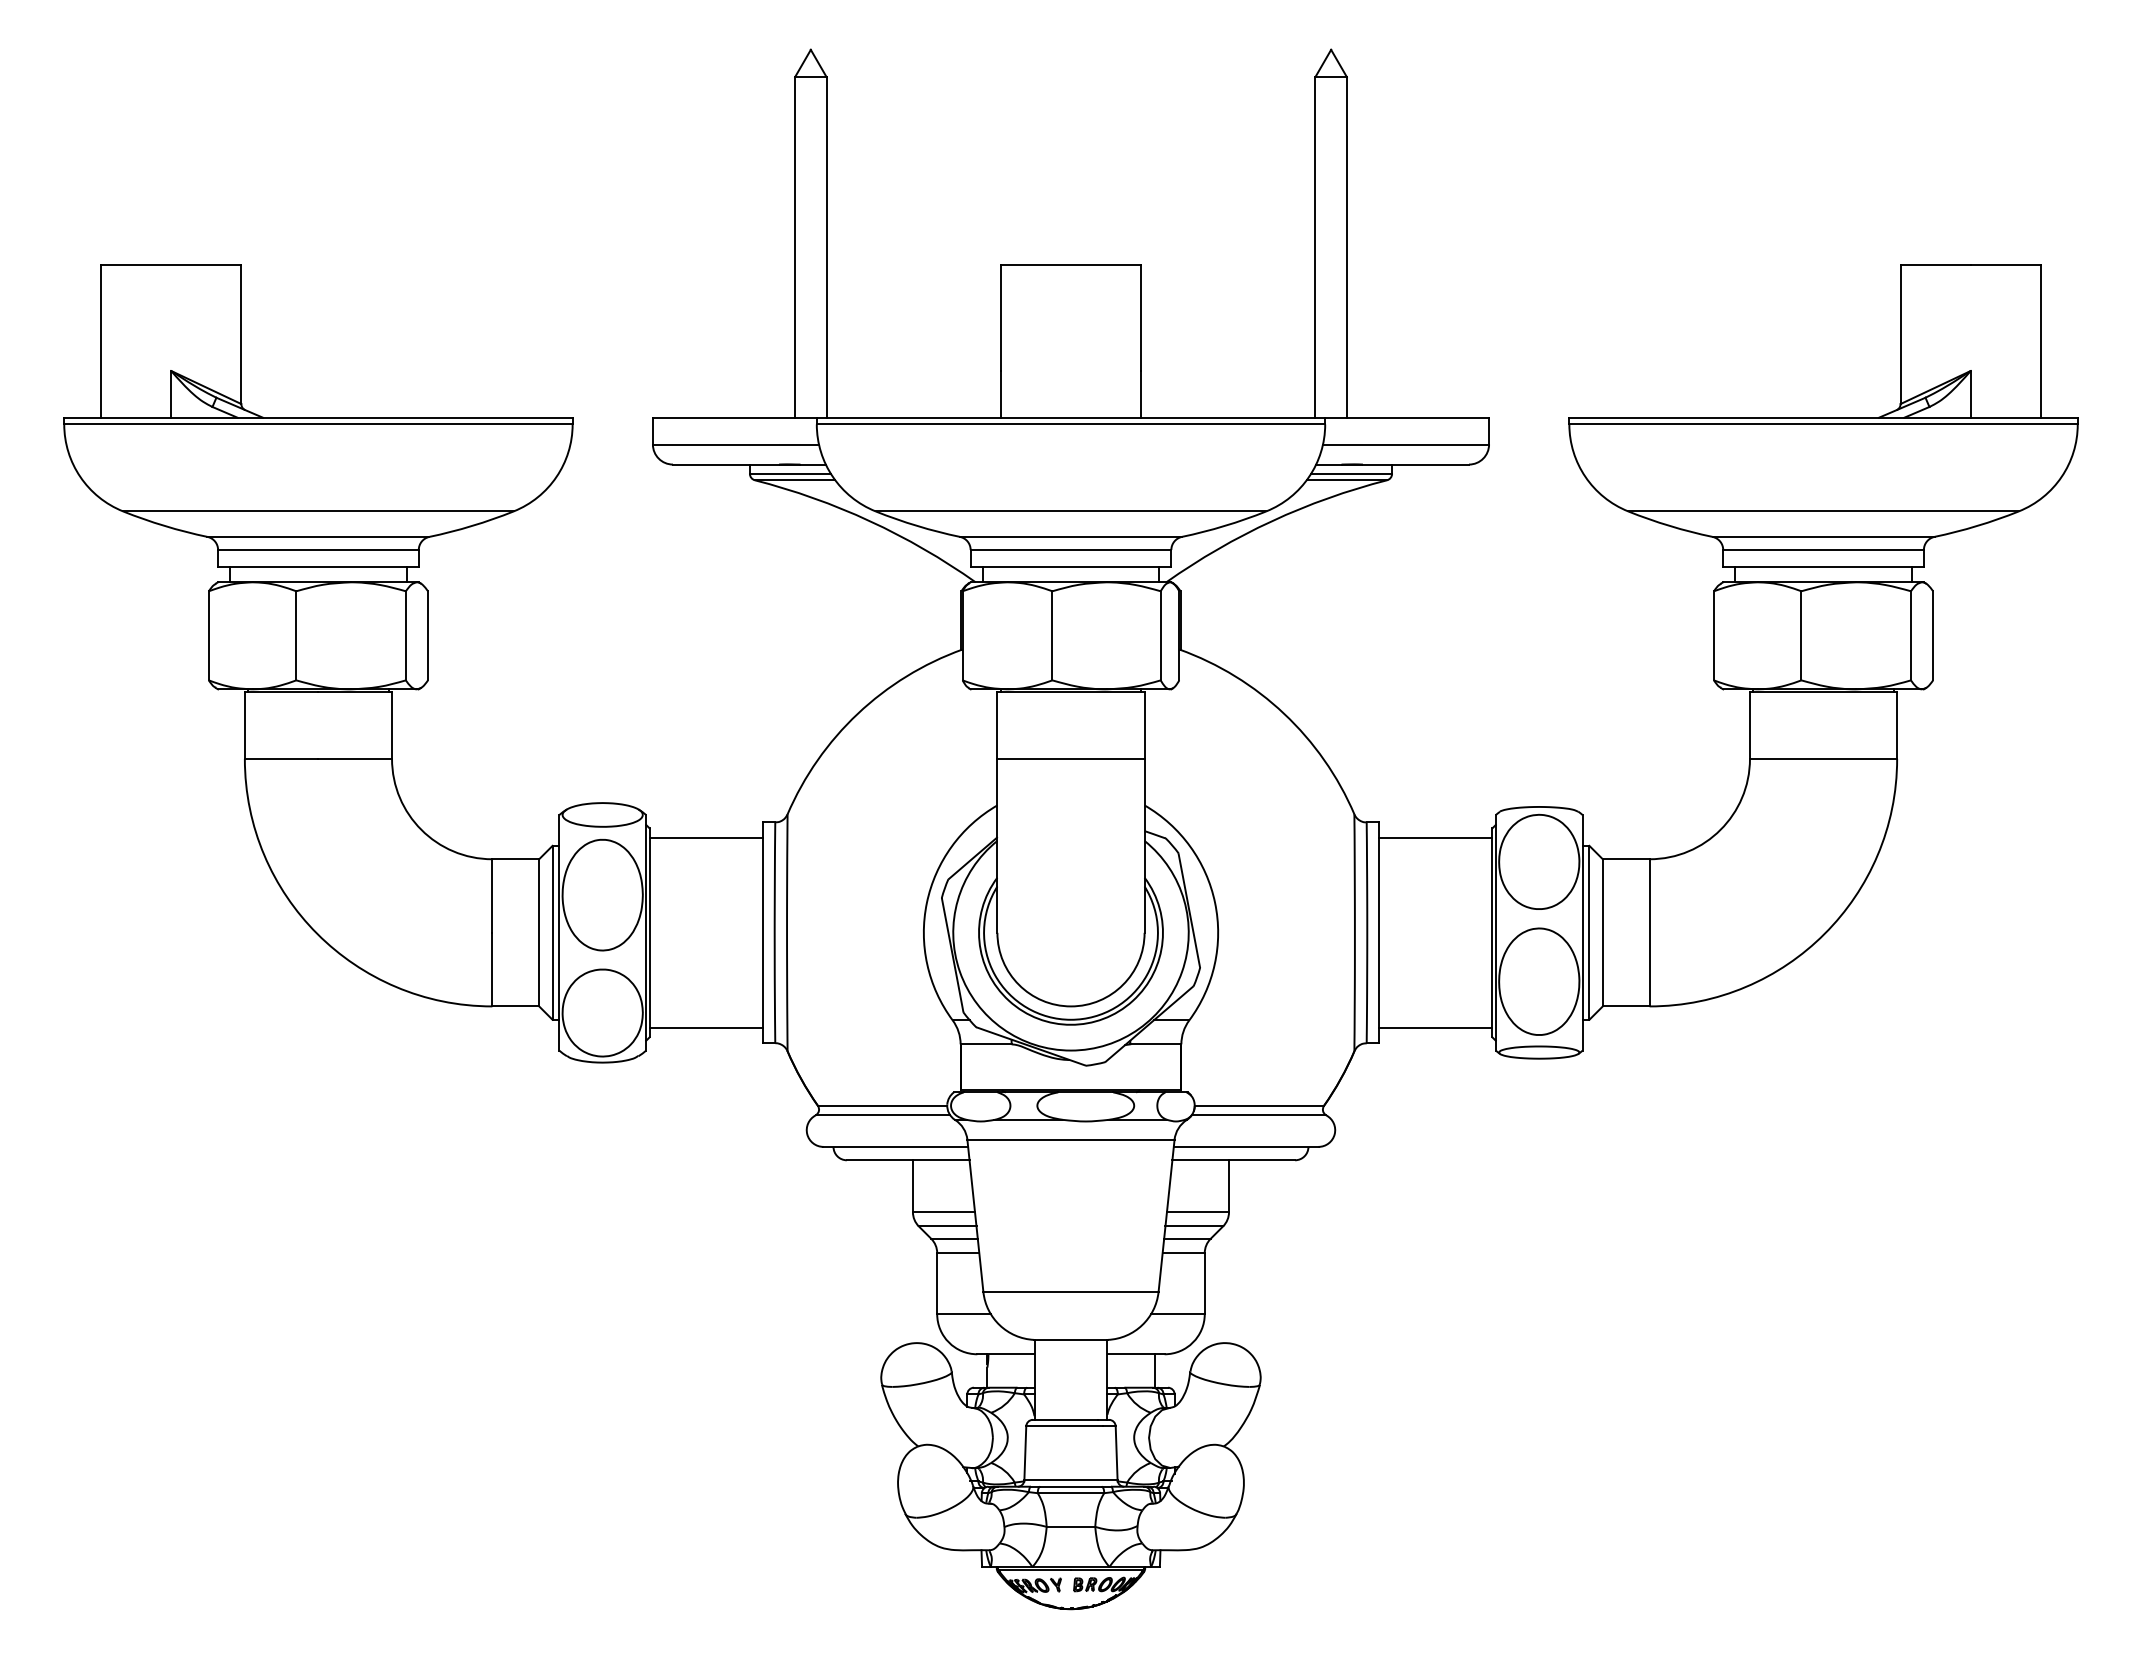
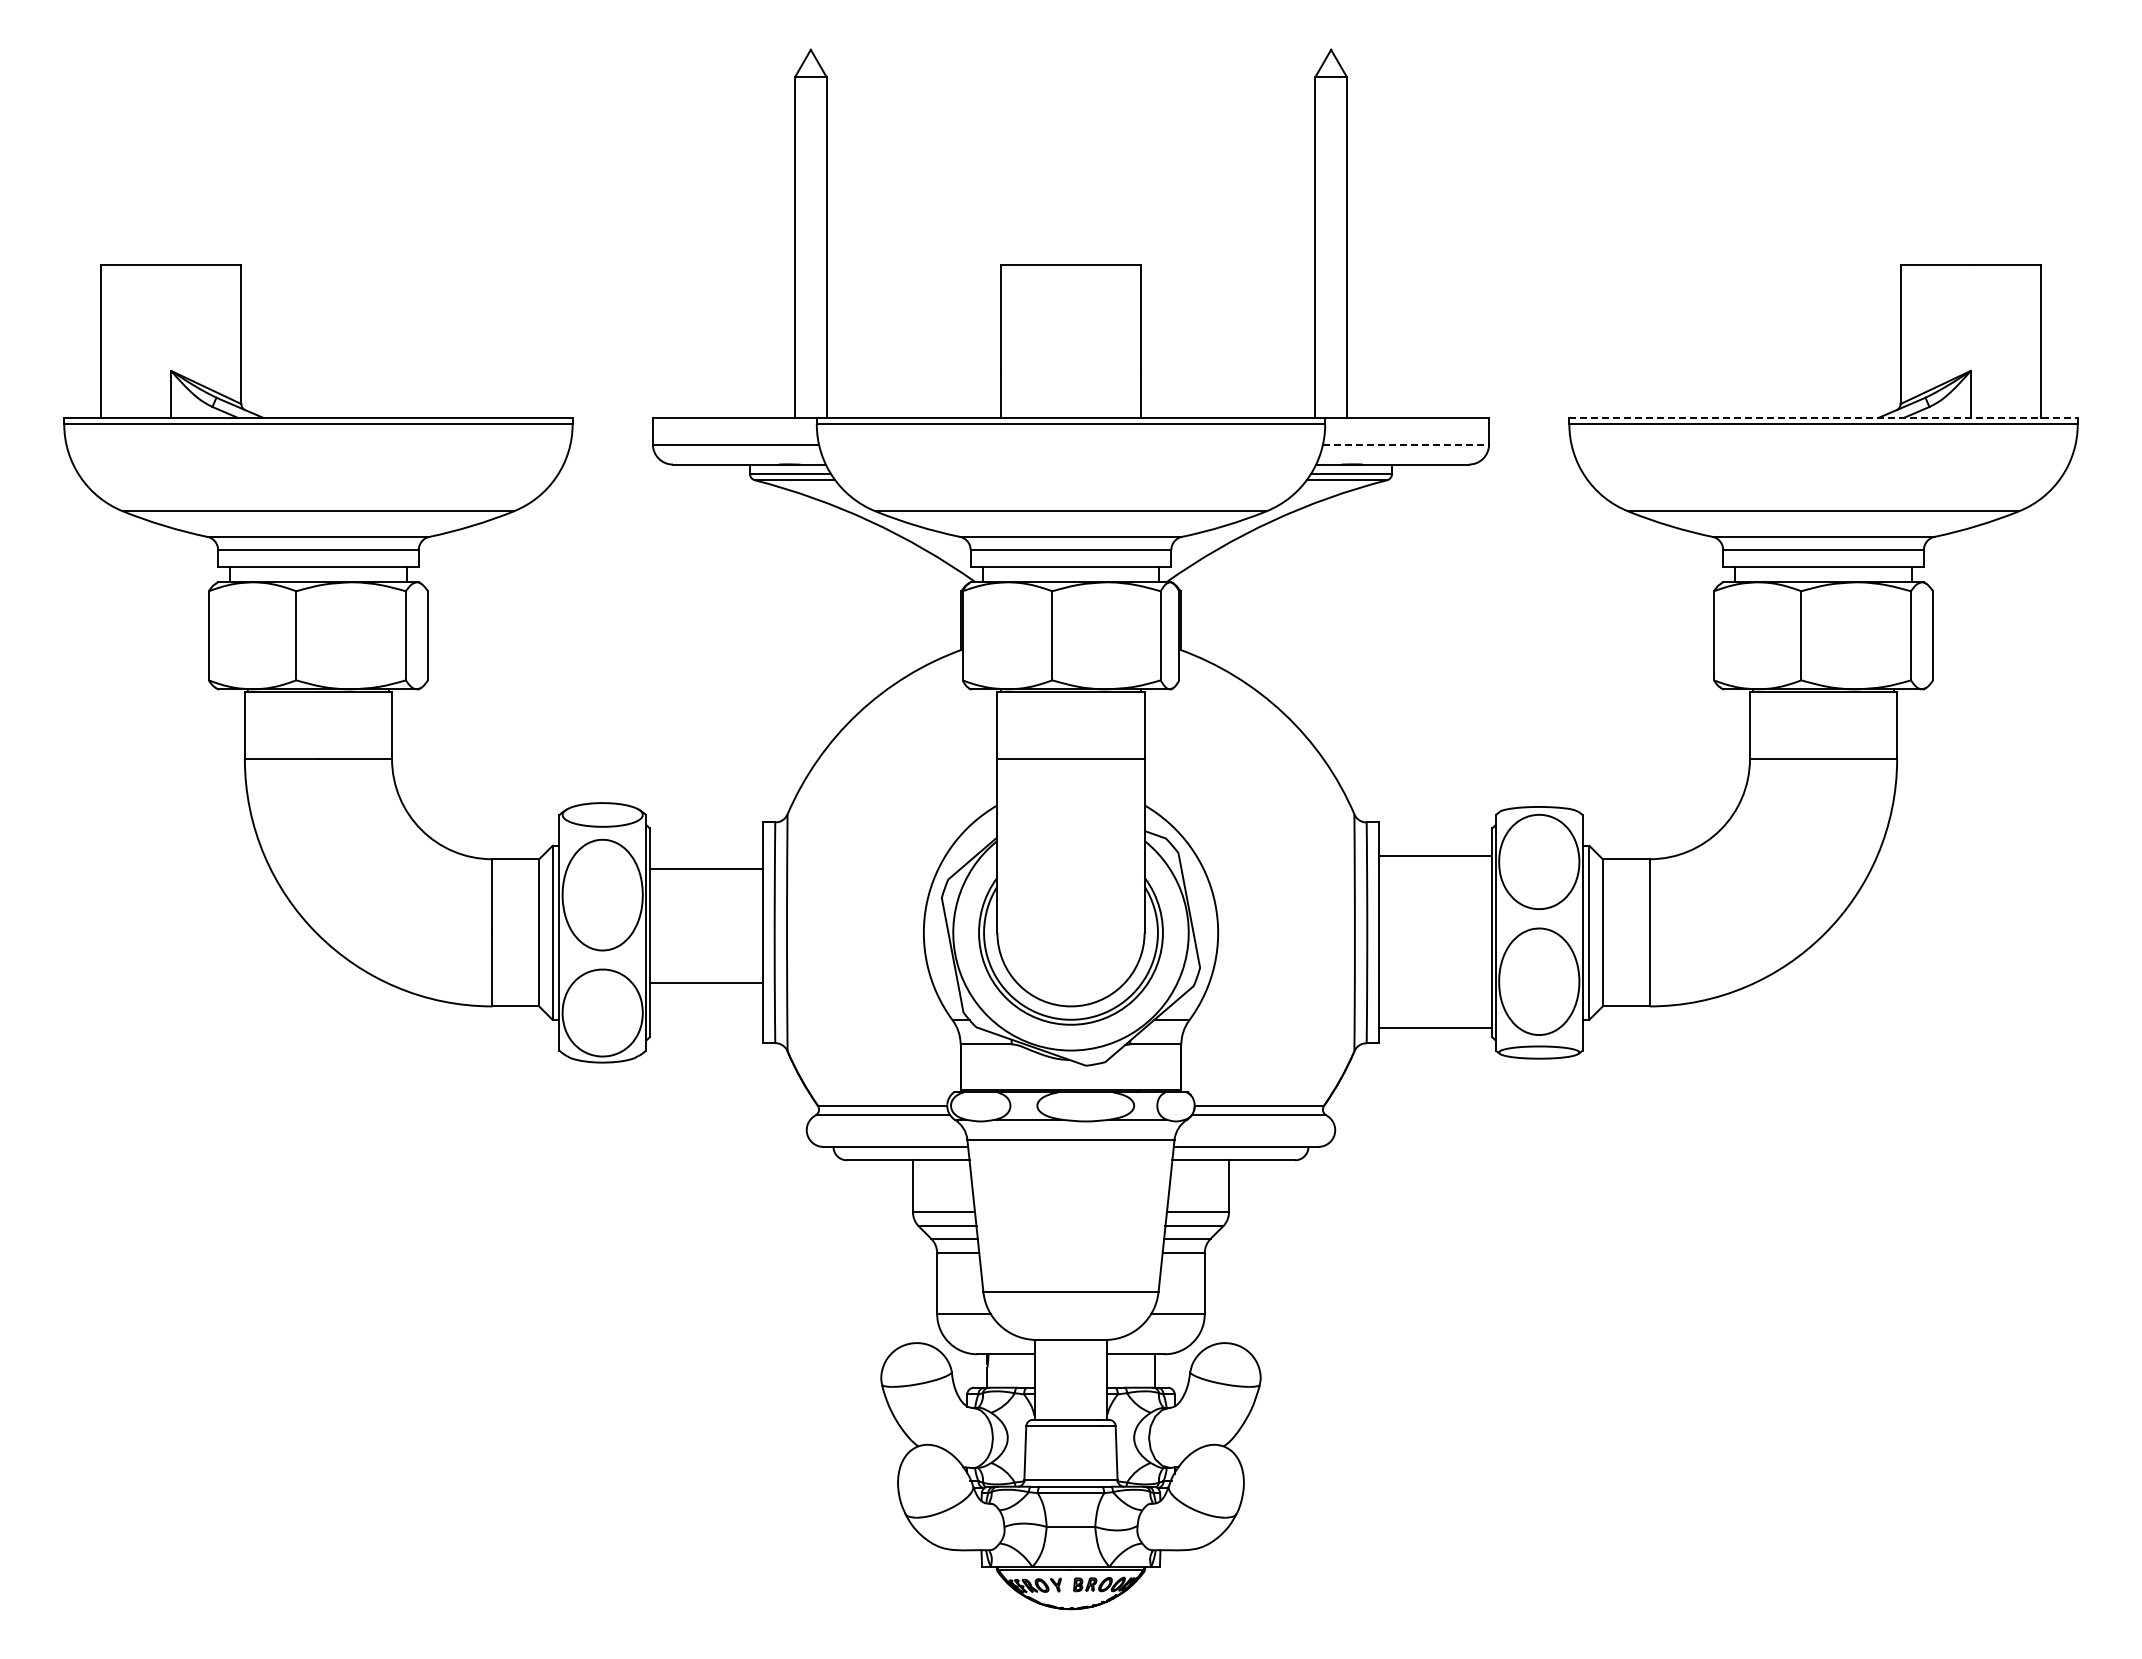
line at (1824, 417): solid -> dashed
line at (1406, 444): solid -> dashed
line at (706, 837) position: (706, 837) -> (706, 868)
line at (1435, 837) position: (1435, 837) -> (1435, 855)
line at (706, 1028) position: (706, 1028) -> (706, 983)
